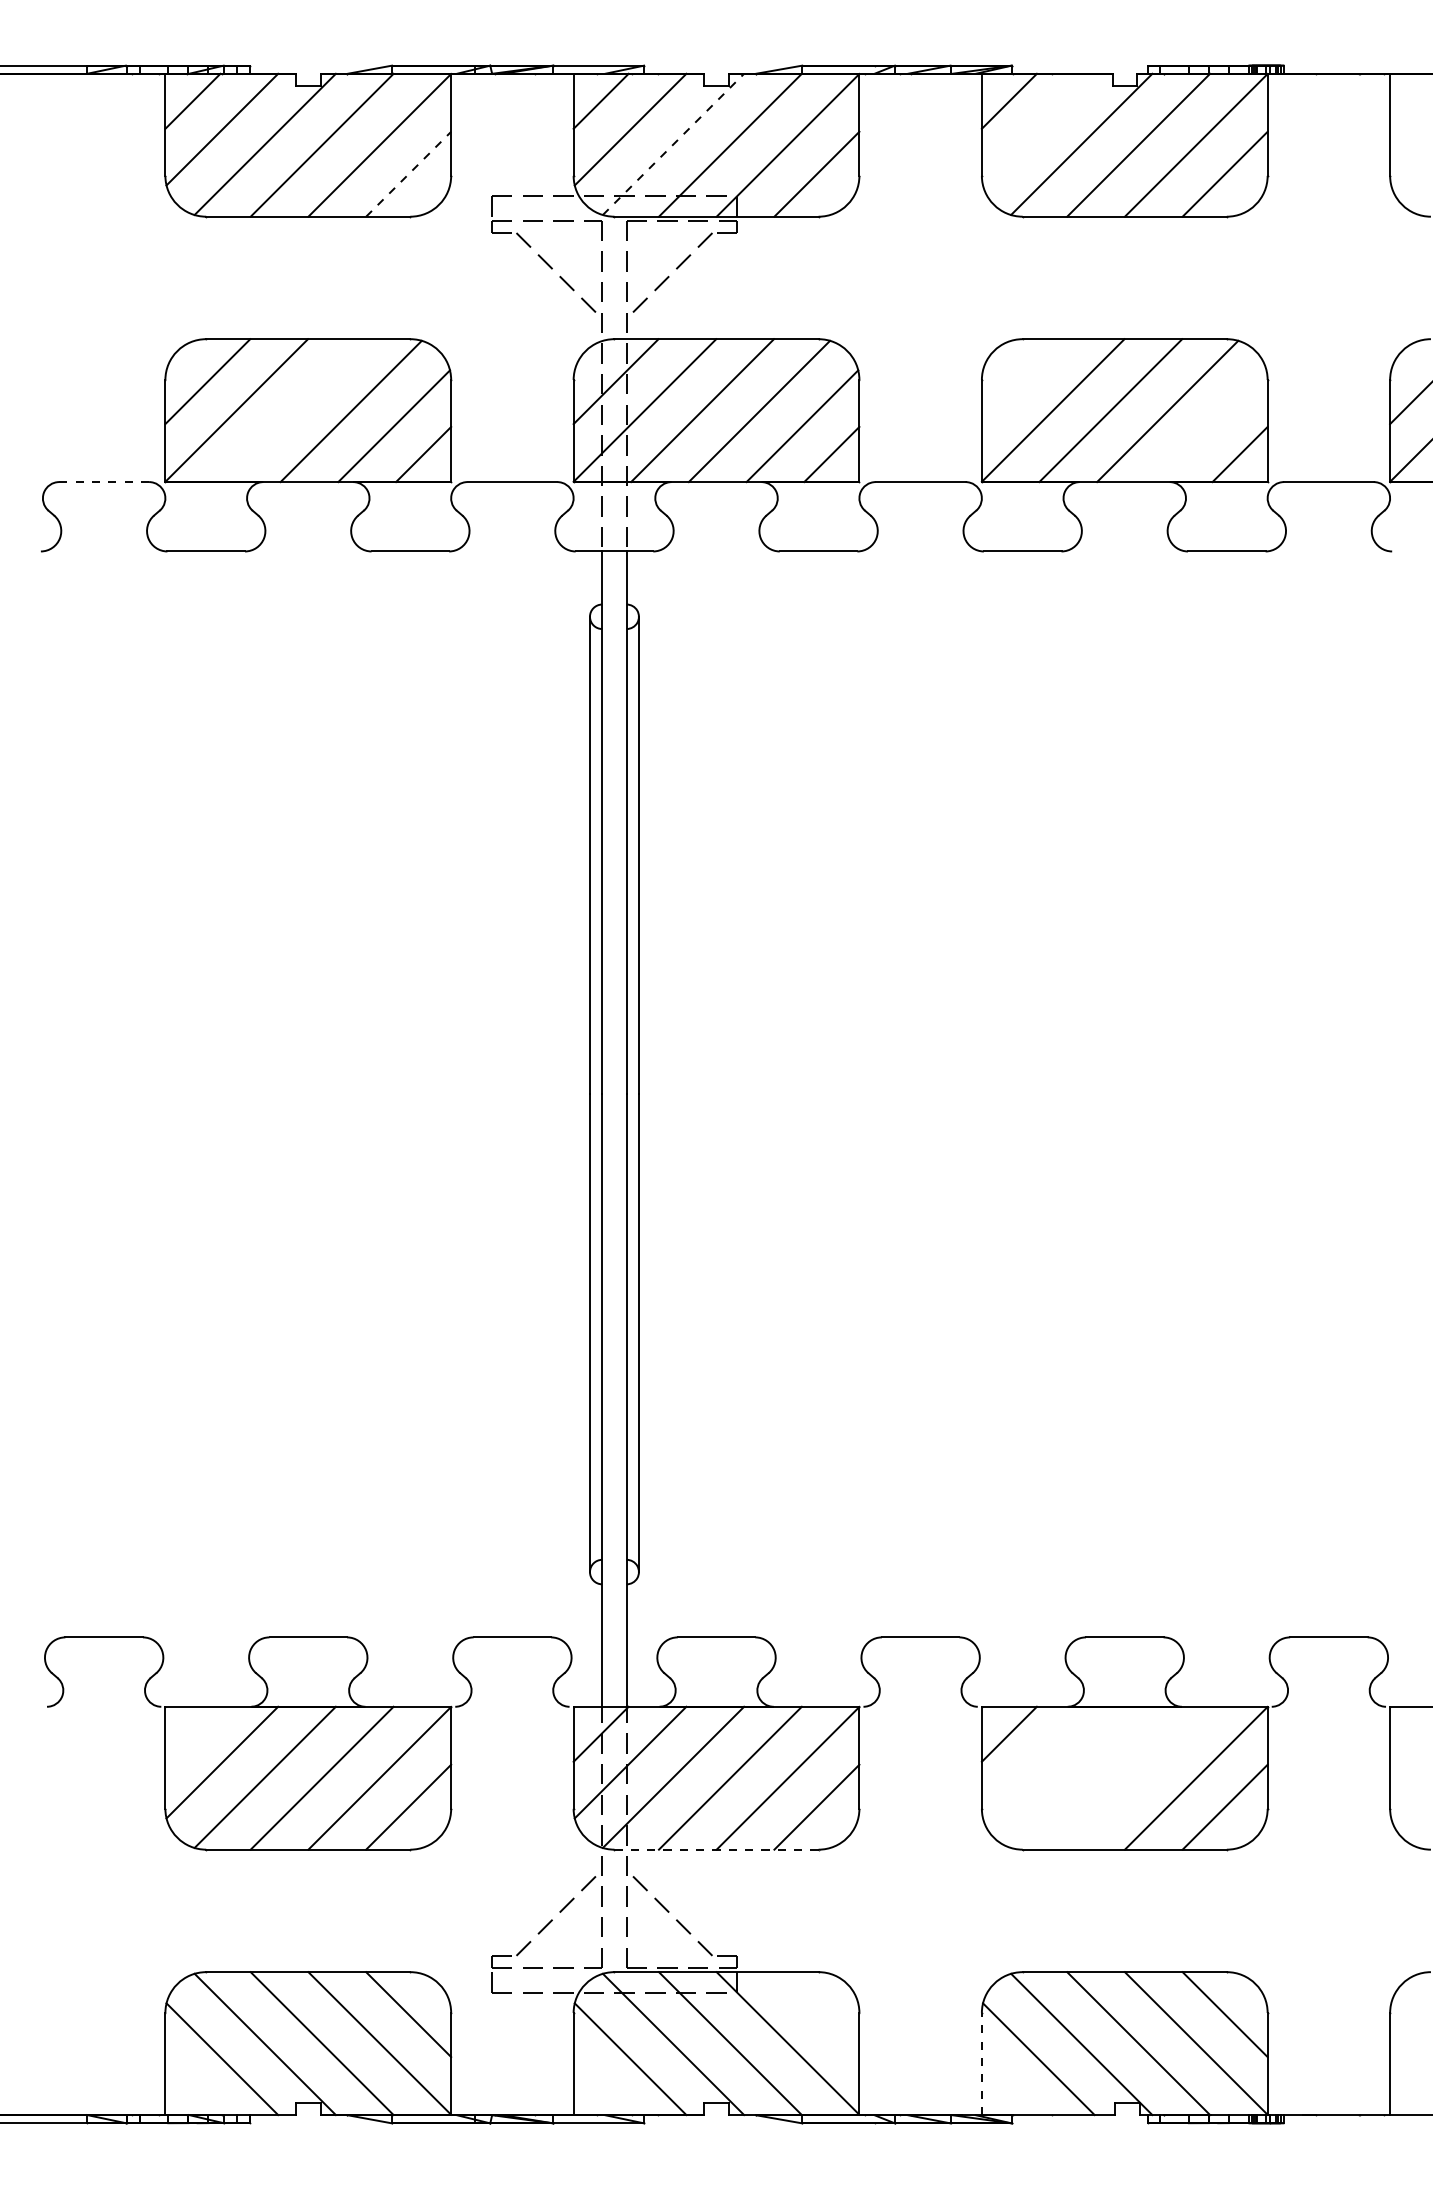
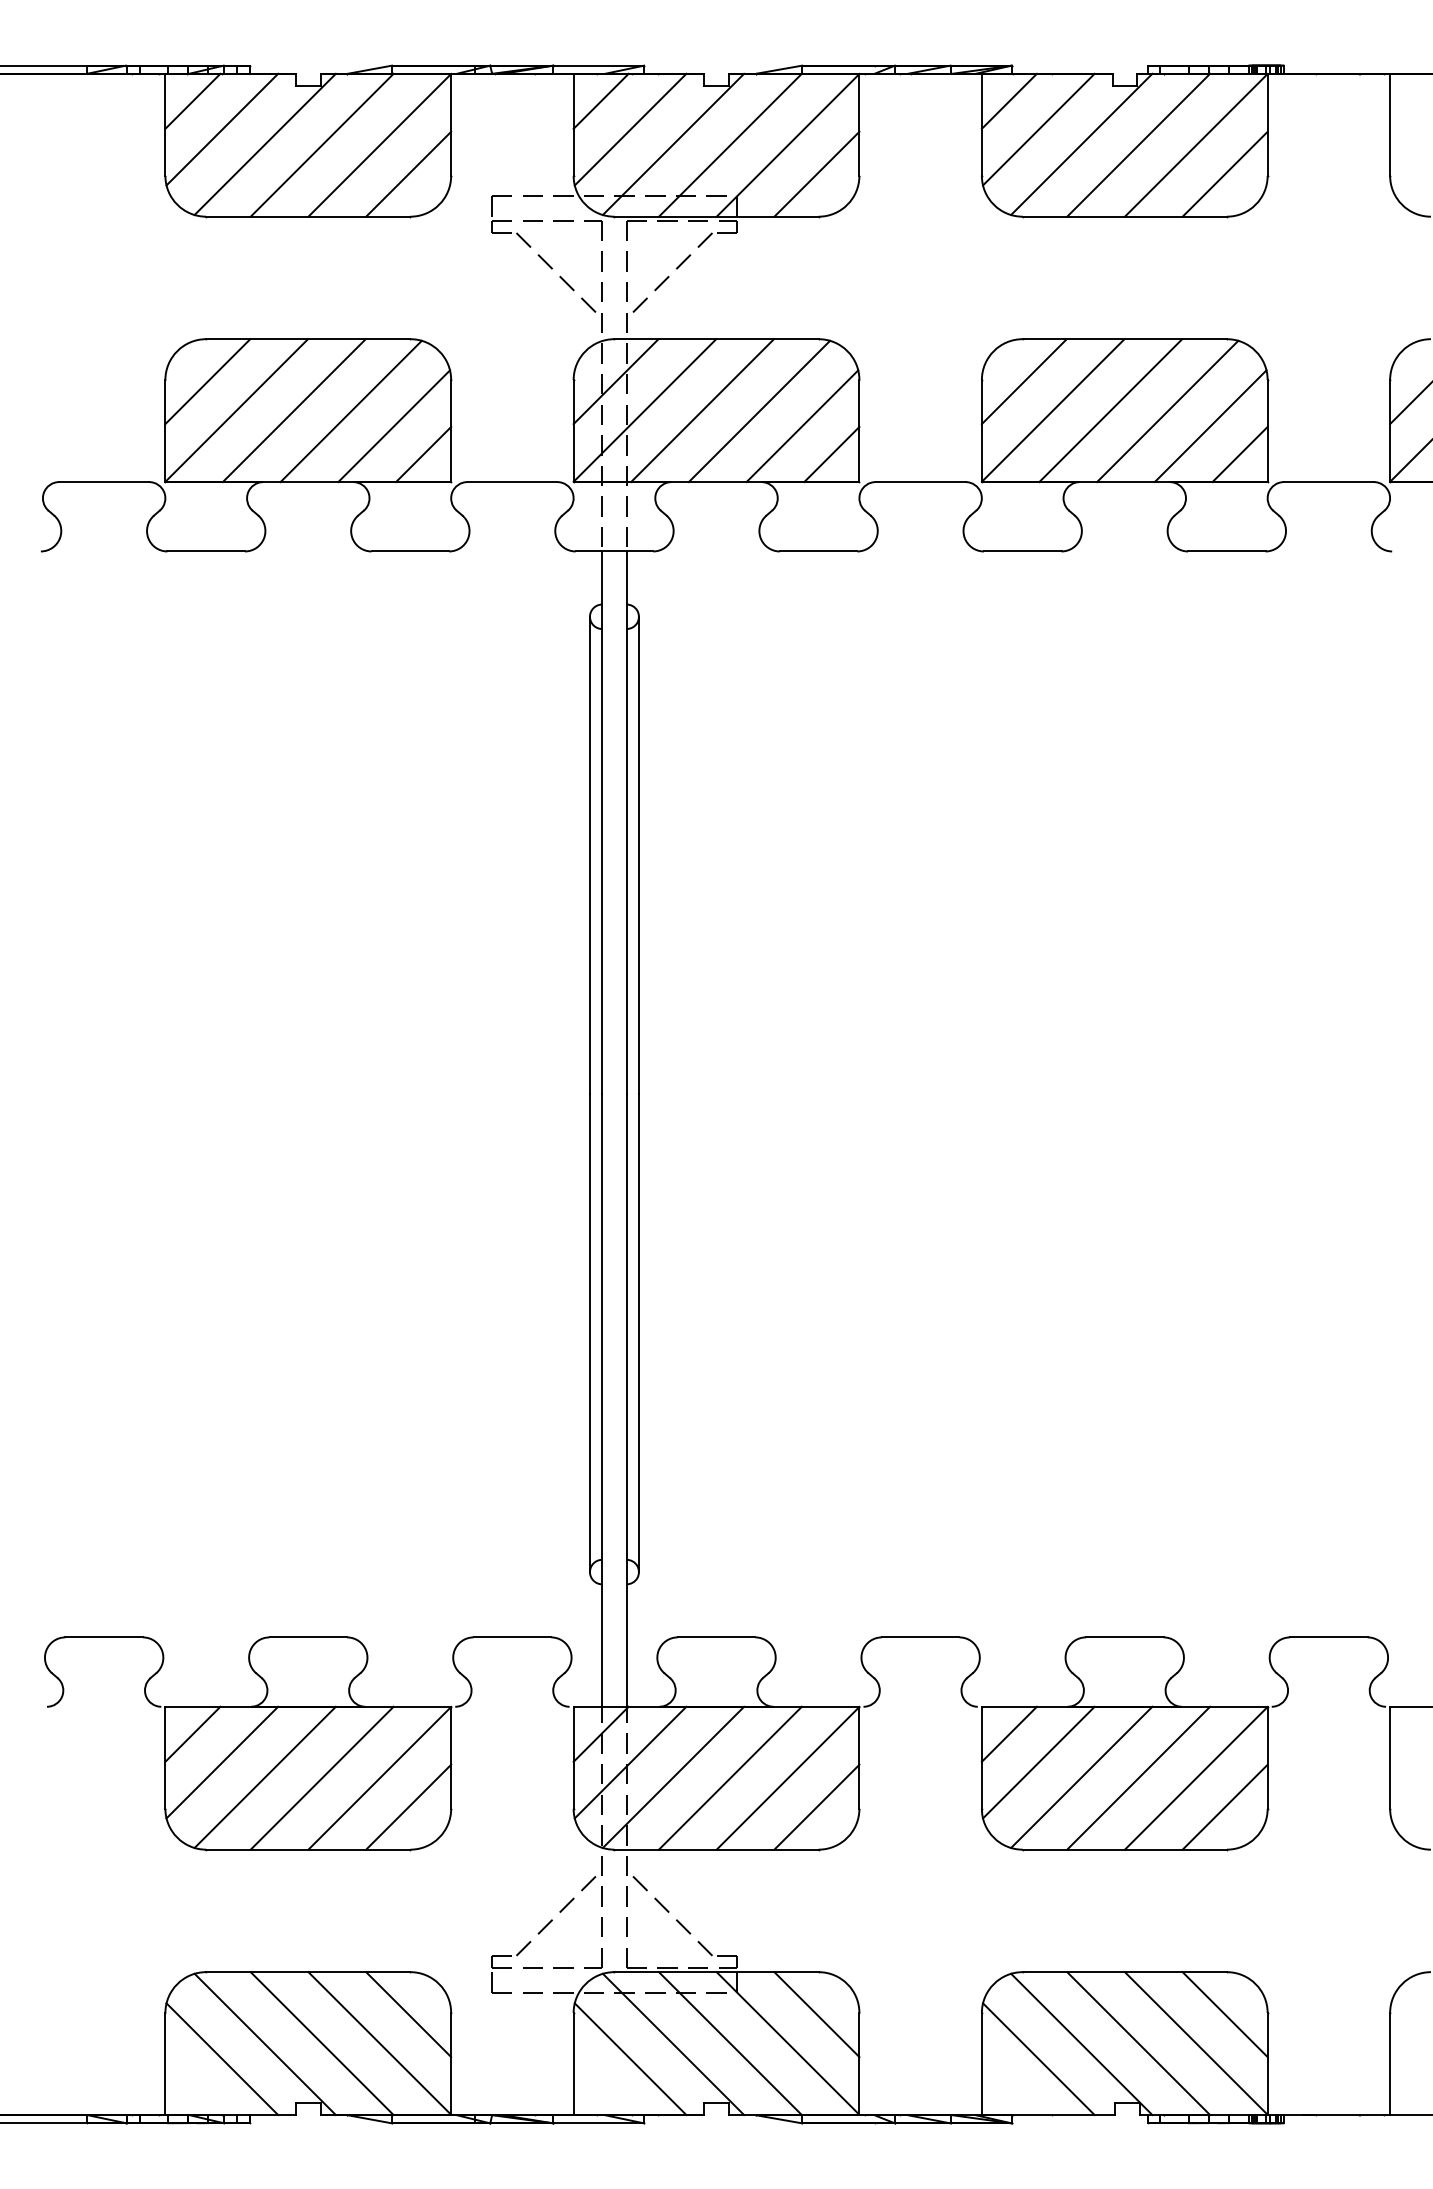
line at (1038, 129): none -> present
line at (673, 144): dashed -> solid
line at (409, 173): dashed -> solid
line at (1023, 381): none -> present
line at (293, 410): none -> present
line at (1210, 426): none -> present
line at (104, 482): dashed -> solid
line at (192, 1733): none -> present
line at (1038, 1762): none -> present
line at (1081, 1776): none -> present
line at (1138, 1777): none -> present
line at (717, 1849): dashed -> solid
line at (816, 2014): none -> present
line at (981, 2063): dashed -> solid
